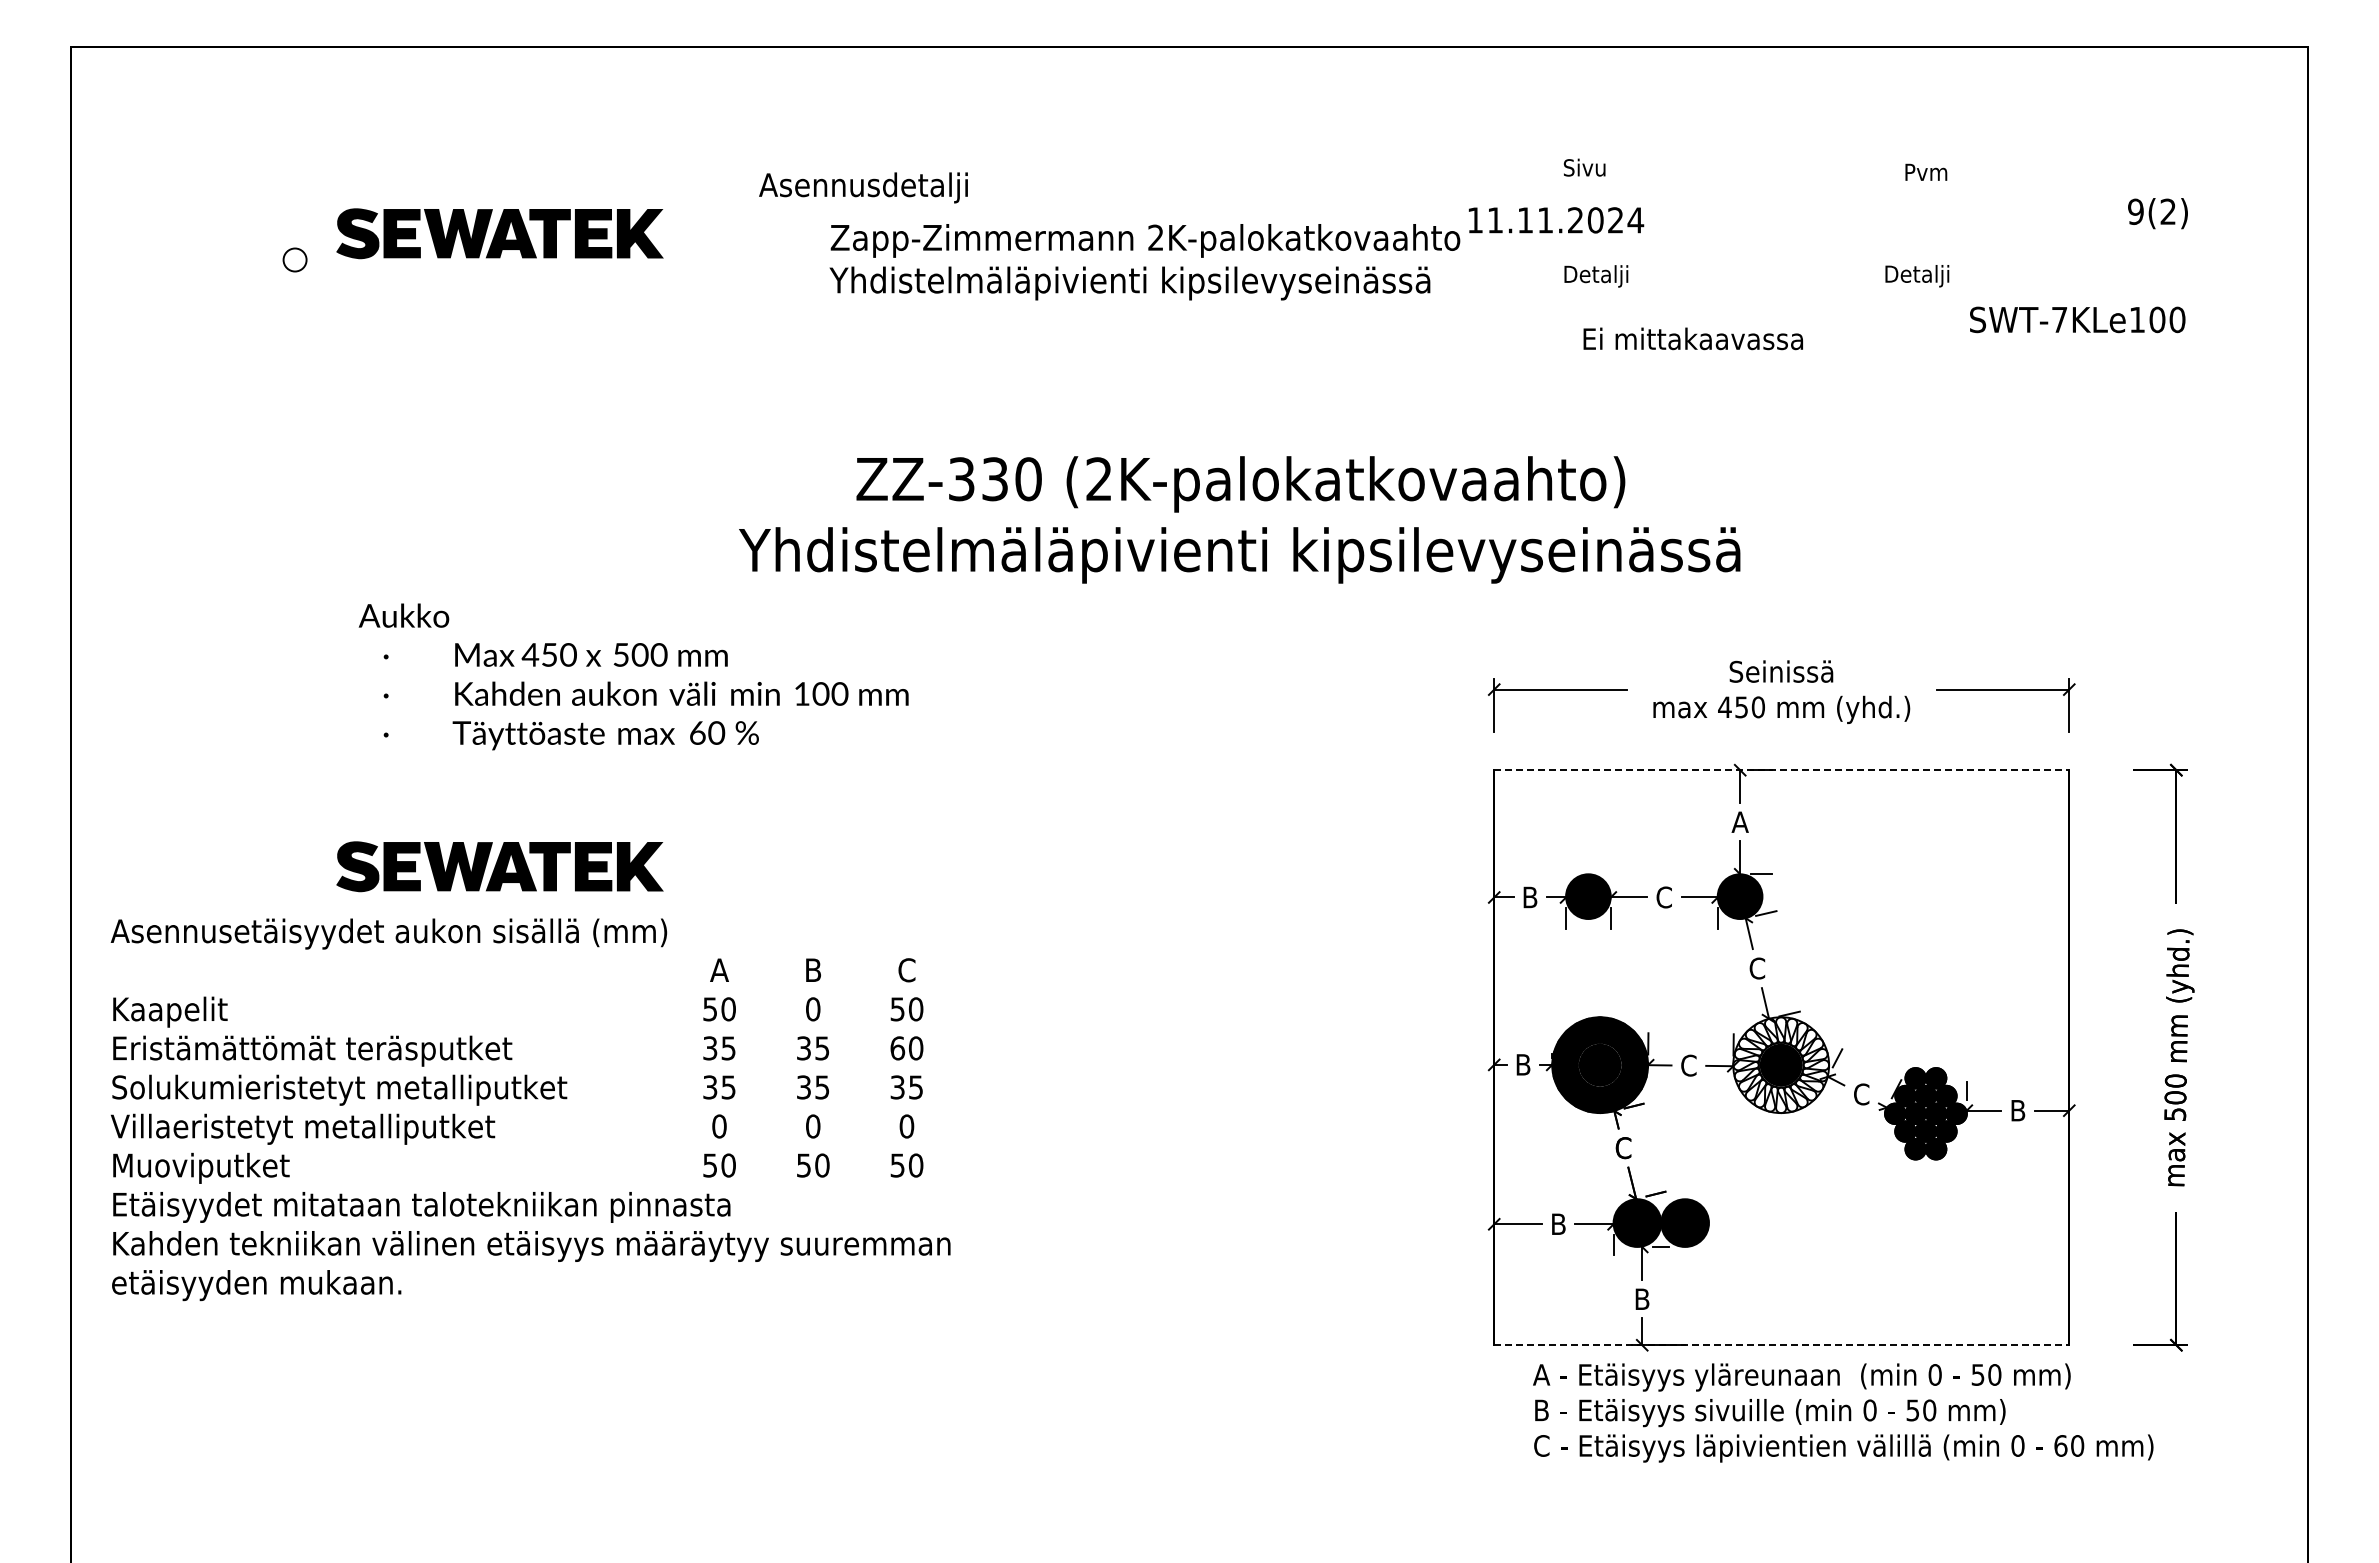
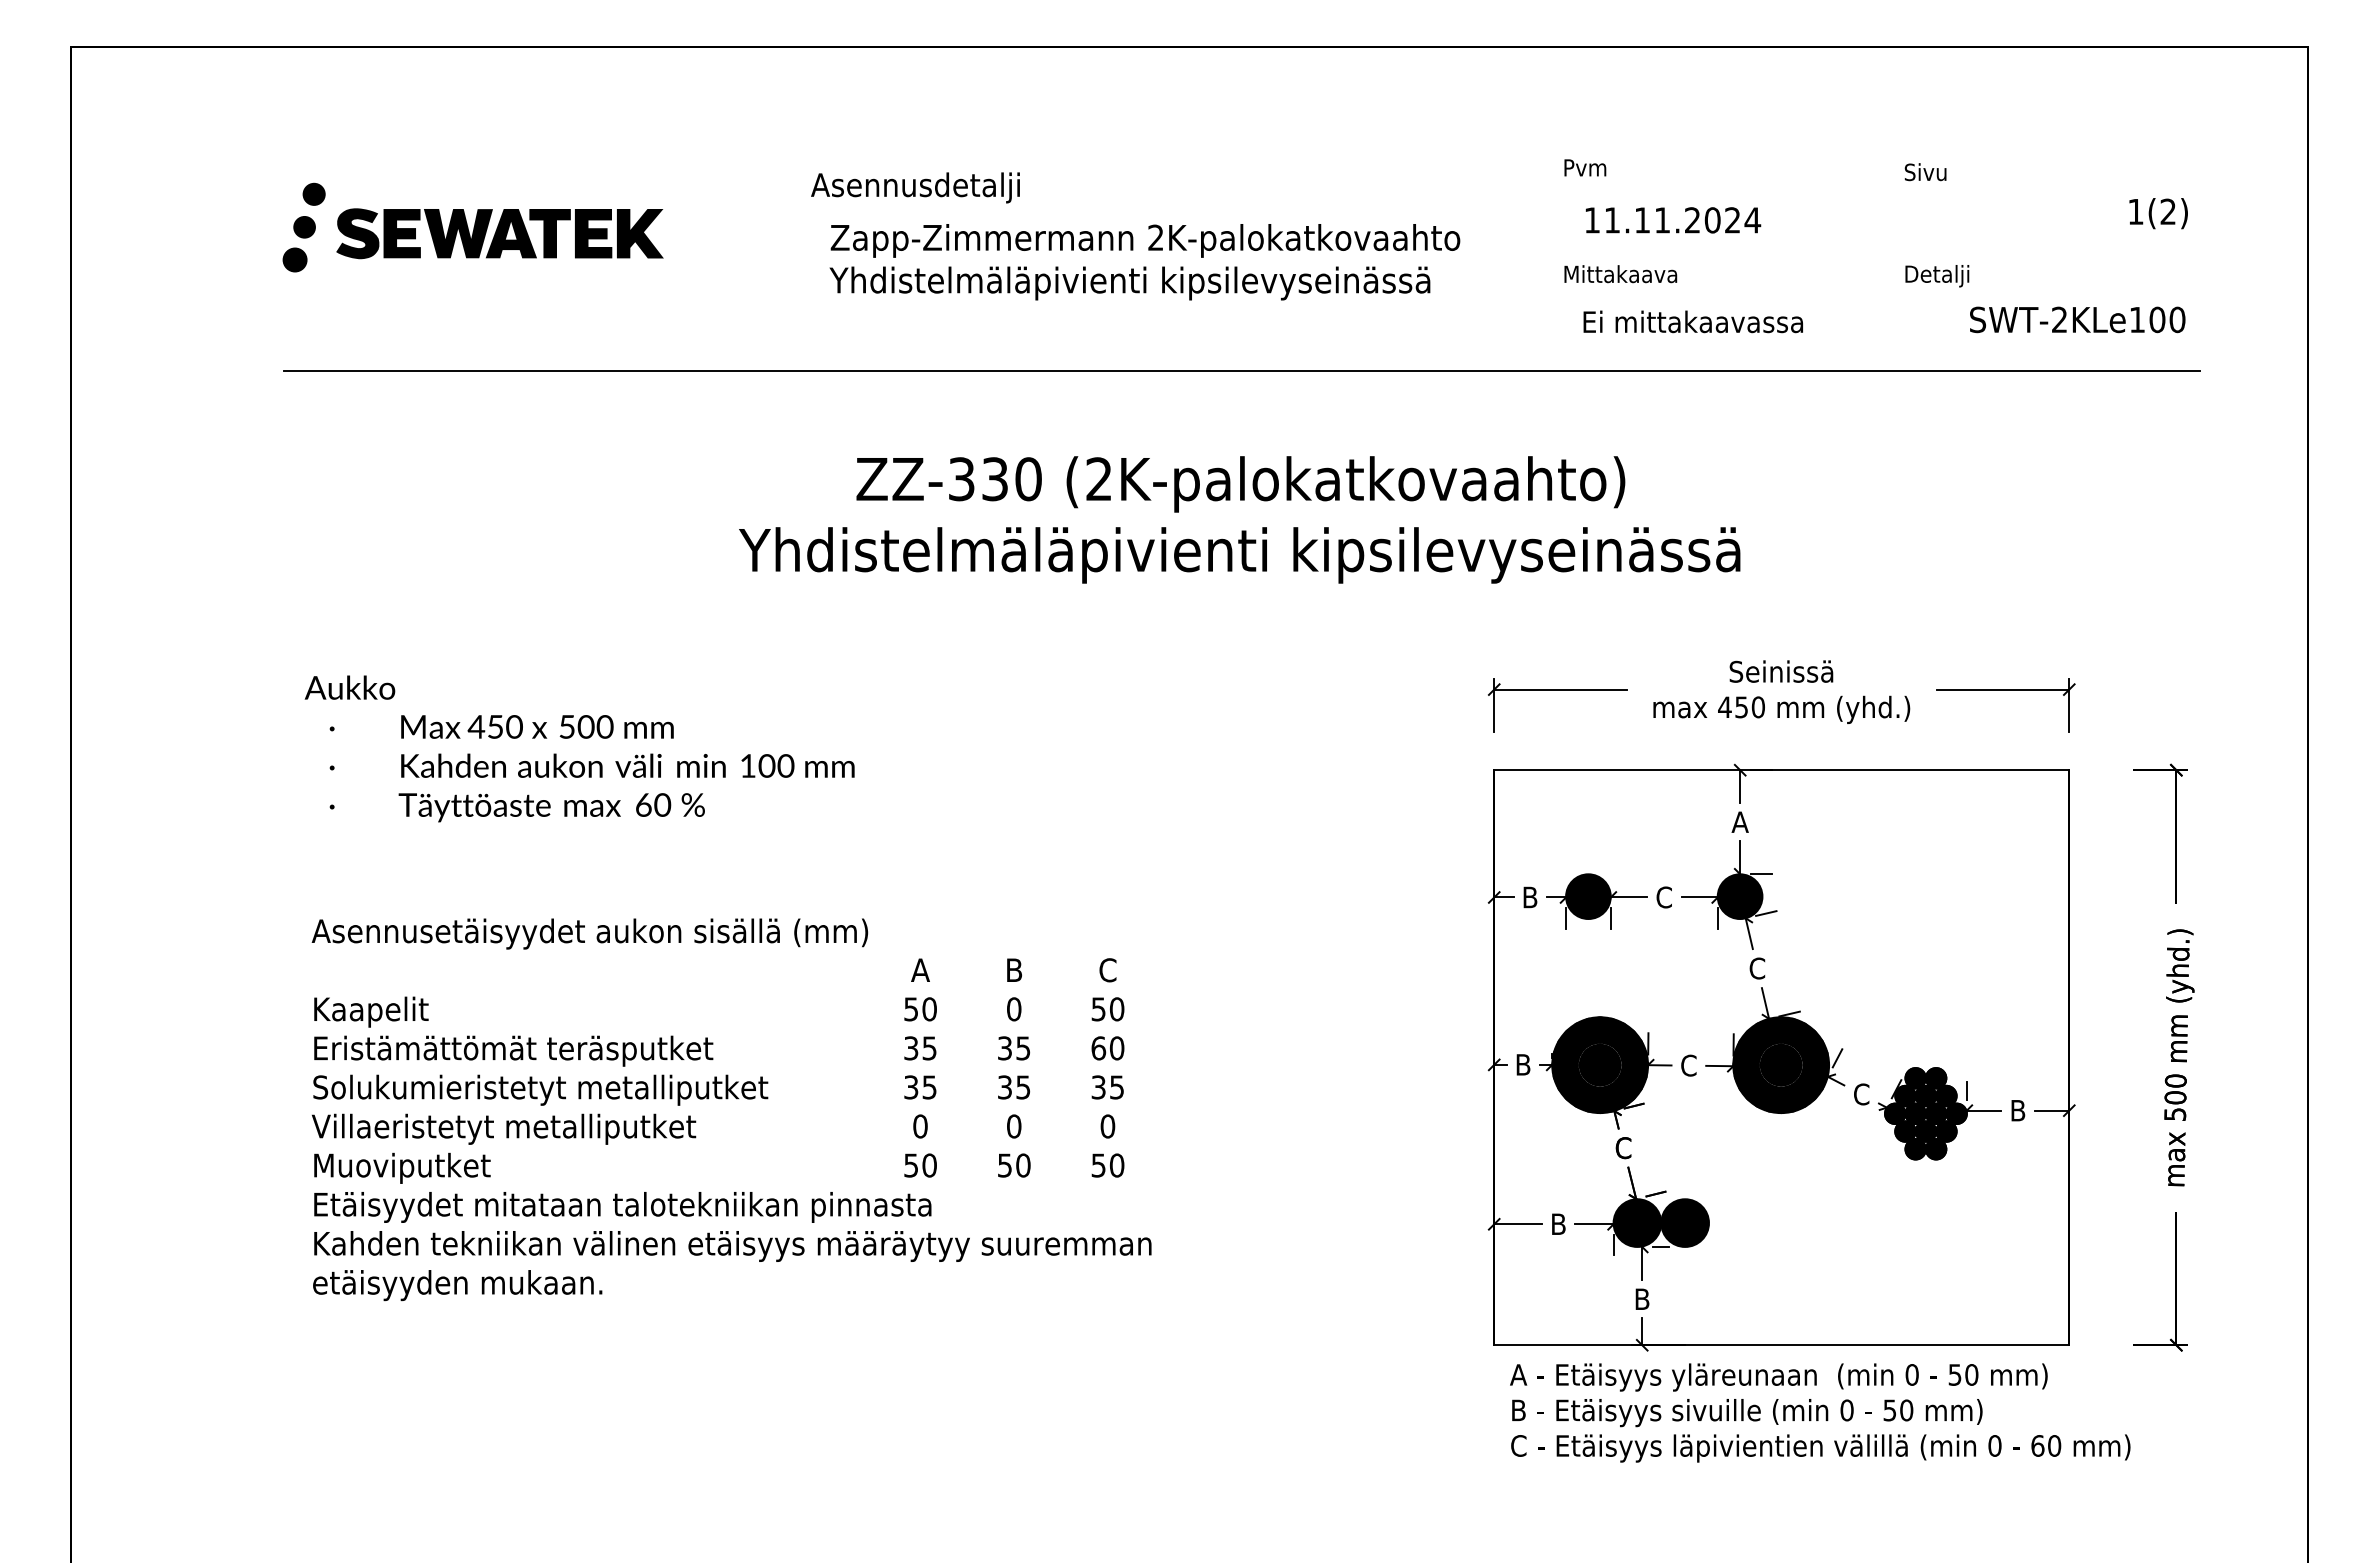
text at (1584, 167): Sivu -> Pvm
text at (1925, 172): Pvm -> Sivu
text at (863, 187) position: (863, 187) -> (915, 187)
fill at (313, 193): none -> present
text at (2135, 211): 9(2) -> 1(2)
text at (1556, 220) position: (1556, 220) -> (1673, 220)
fill at (304, 226): none -> present
fill at (294, 259): none -> present
text at (1621, 276): Detalji -> Mittakaava
text at (1917, 276) position: (1917, 276) -> (1937, 276)
text at (2059, 319): SWT-7KLe100 -> SWT-2KLe100
text at (1692, 338) position: (1692, 338) -> (1692, 321)
line at (1241, 371): none -> present
text at (633, 676) position: (633, 676) -> (579, 748)
line at (1781, 770): dashed -> solid
part at (499, 866): present -> none
fill at (1781, 1065): none -> present
text at (530, 1109) position: (530, 1109) -> (731, 1109)
line at (1781, 1345): dashed -> solid
text at (1843, 1412) position: (1843, 1412) -> (1820, 1412)
